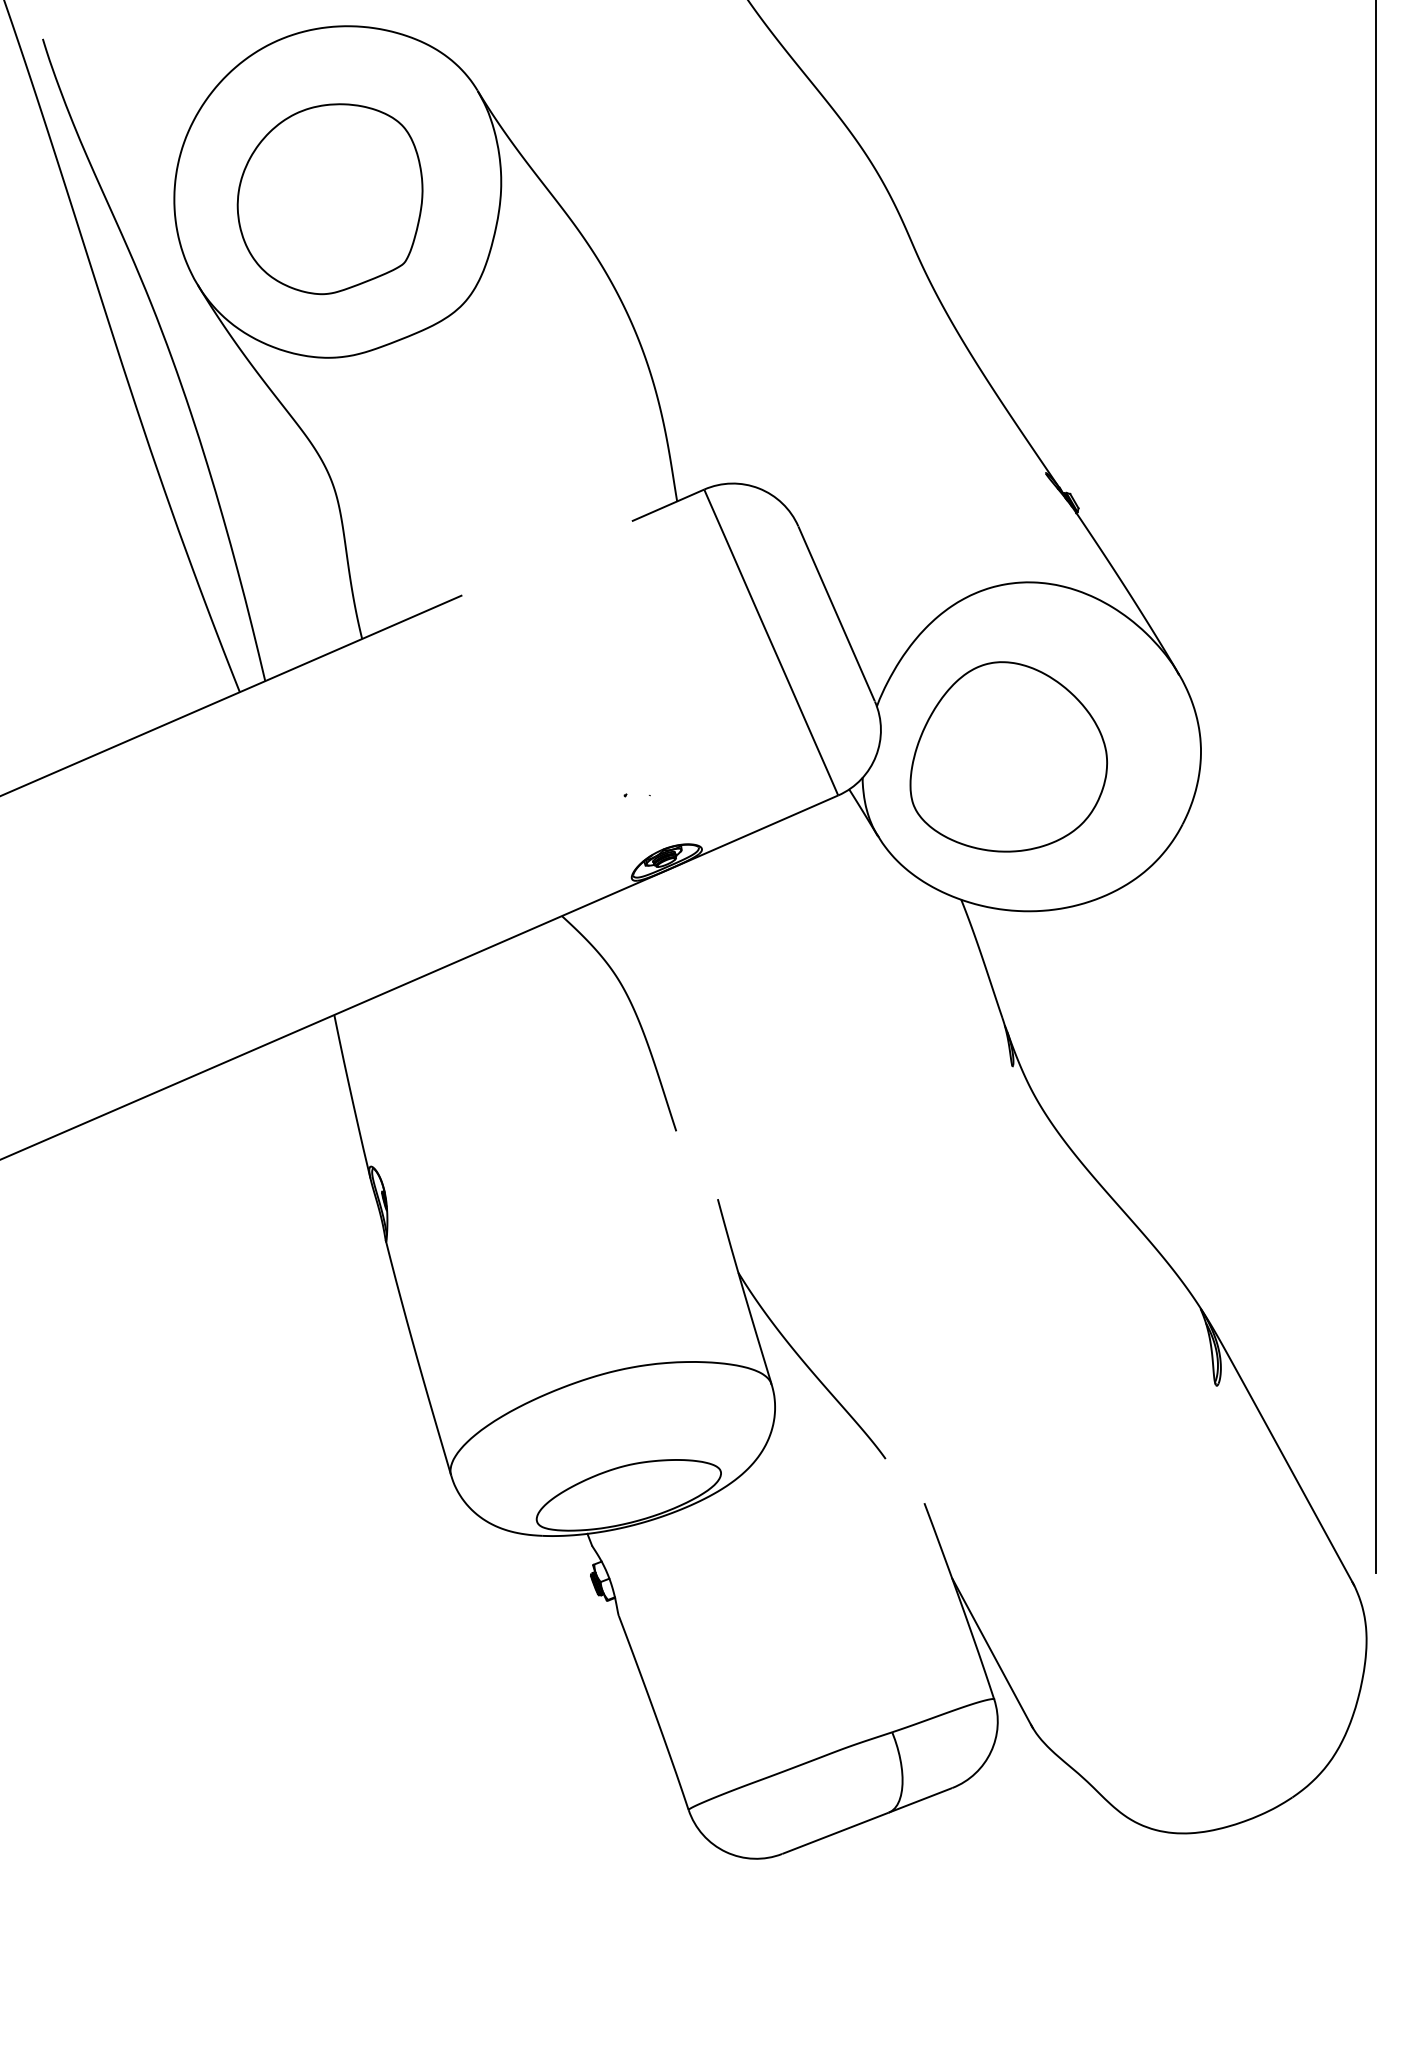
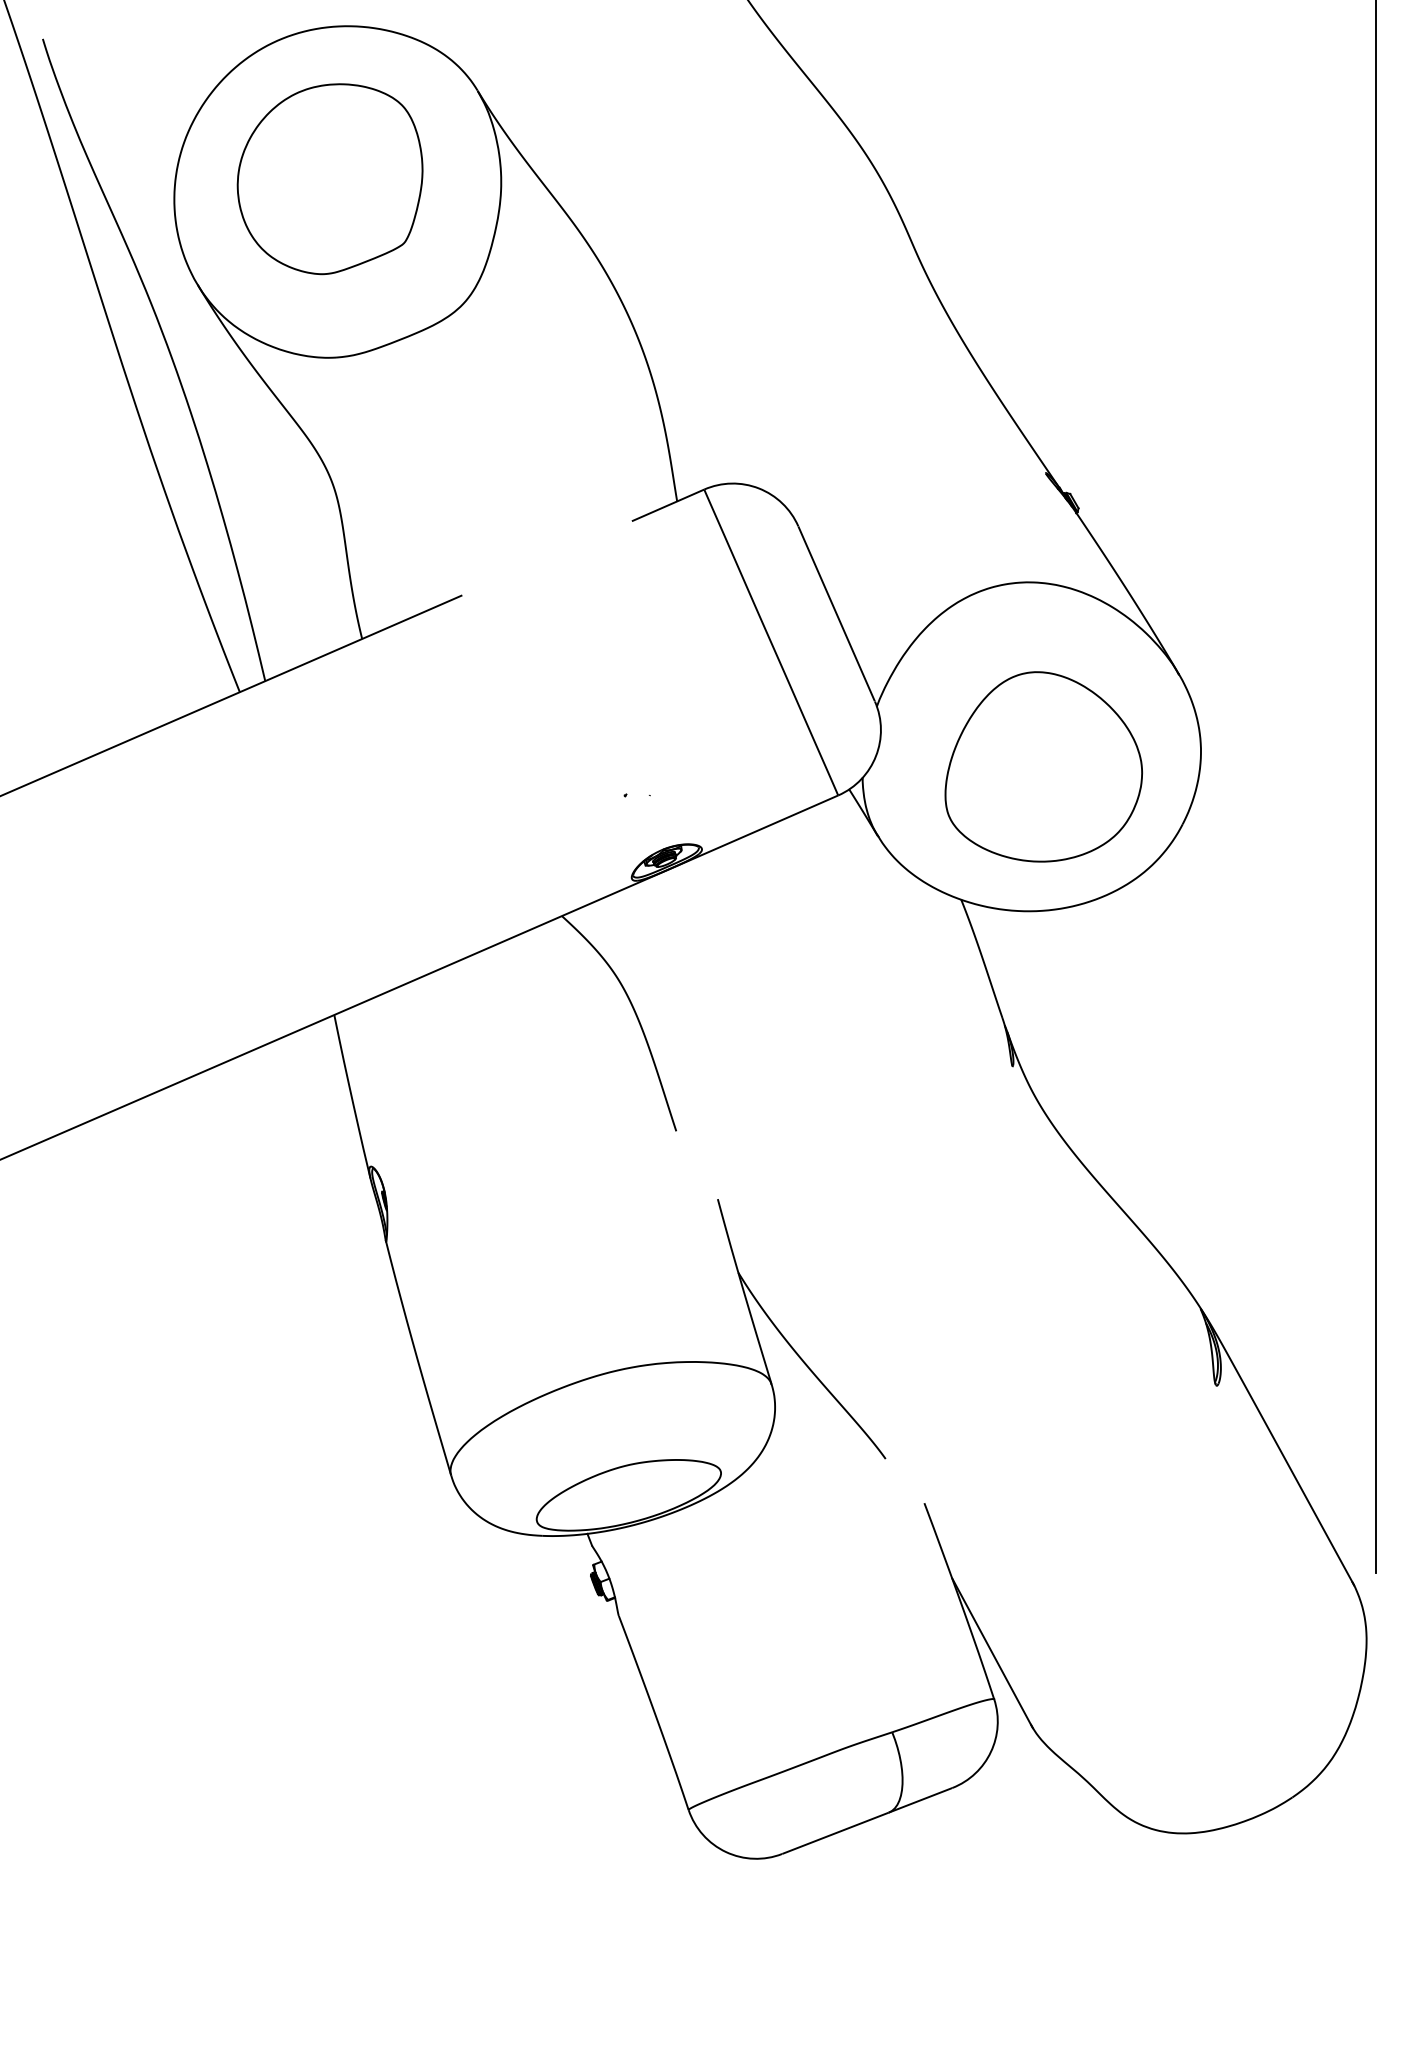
part at (329, 199) position: (329, 199) -> (329, 179)
part at (1008, 756) position: (1008, 756) -> (1043, 766)
